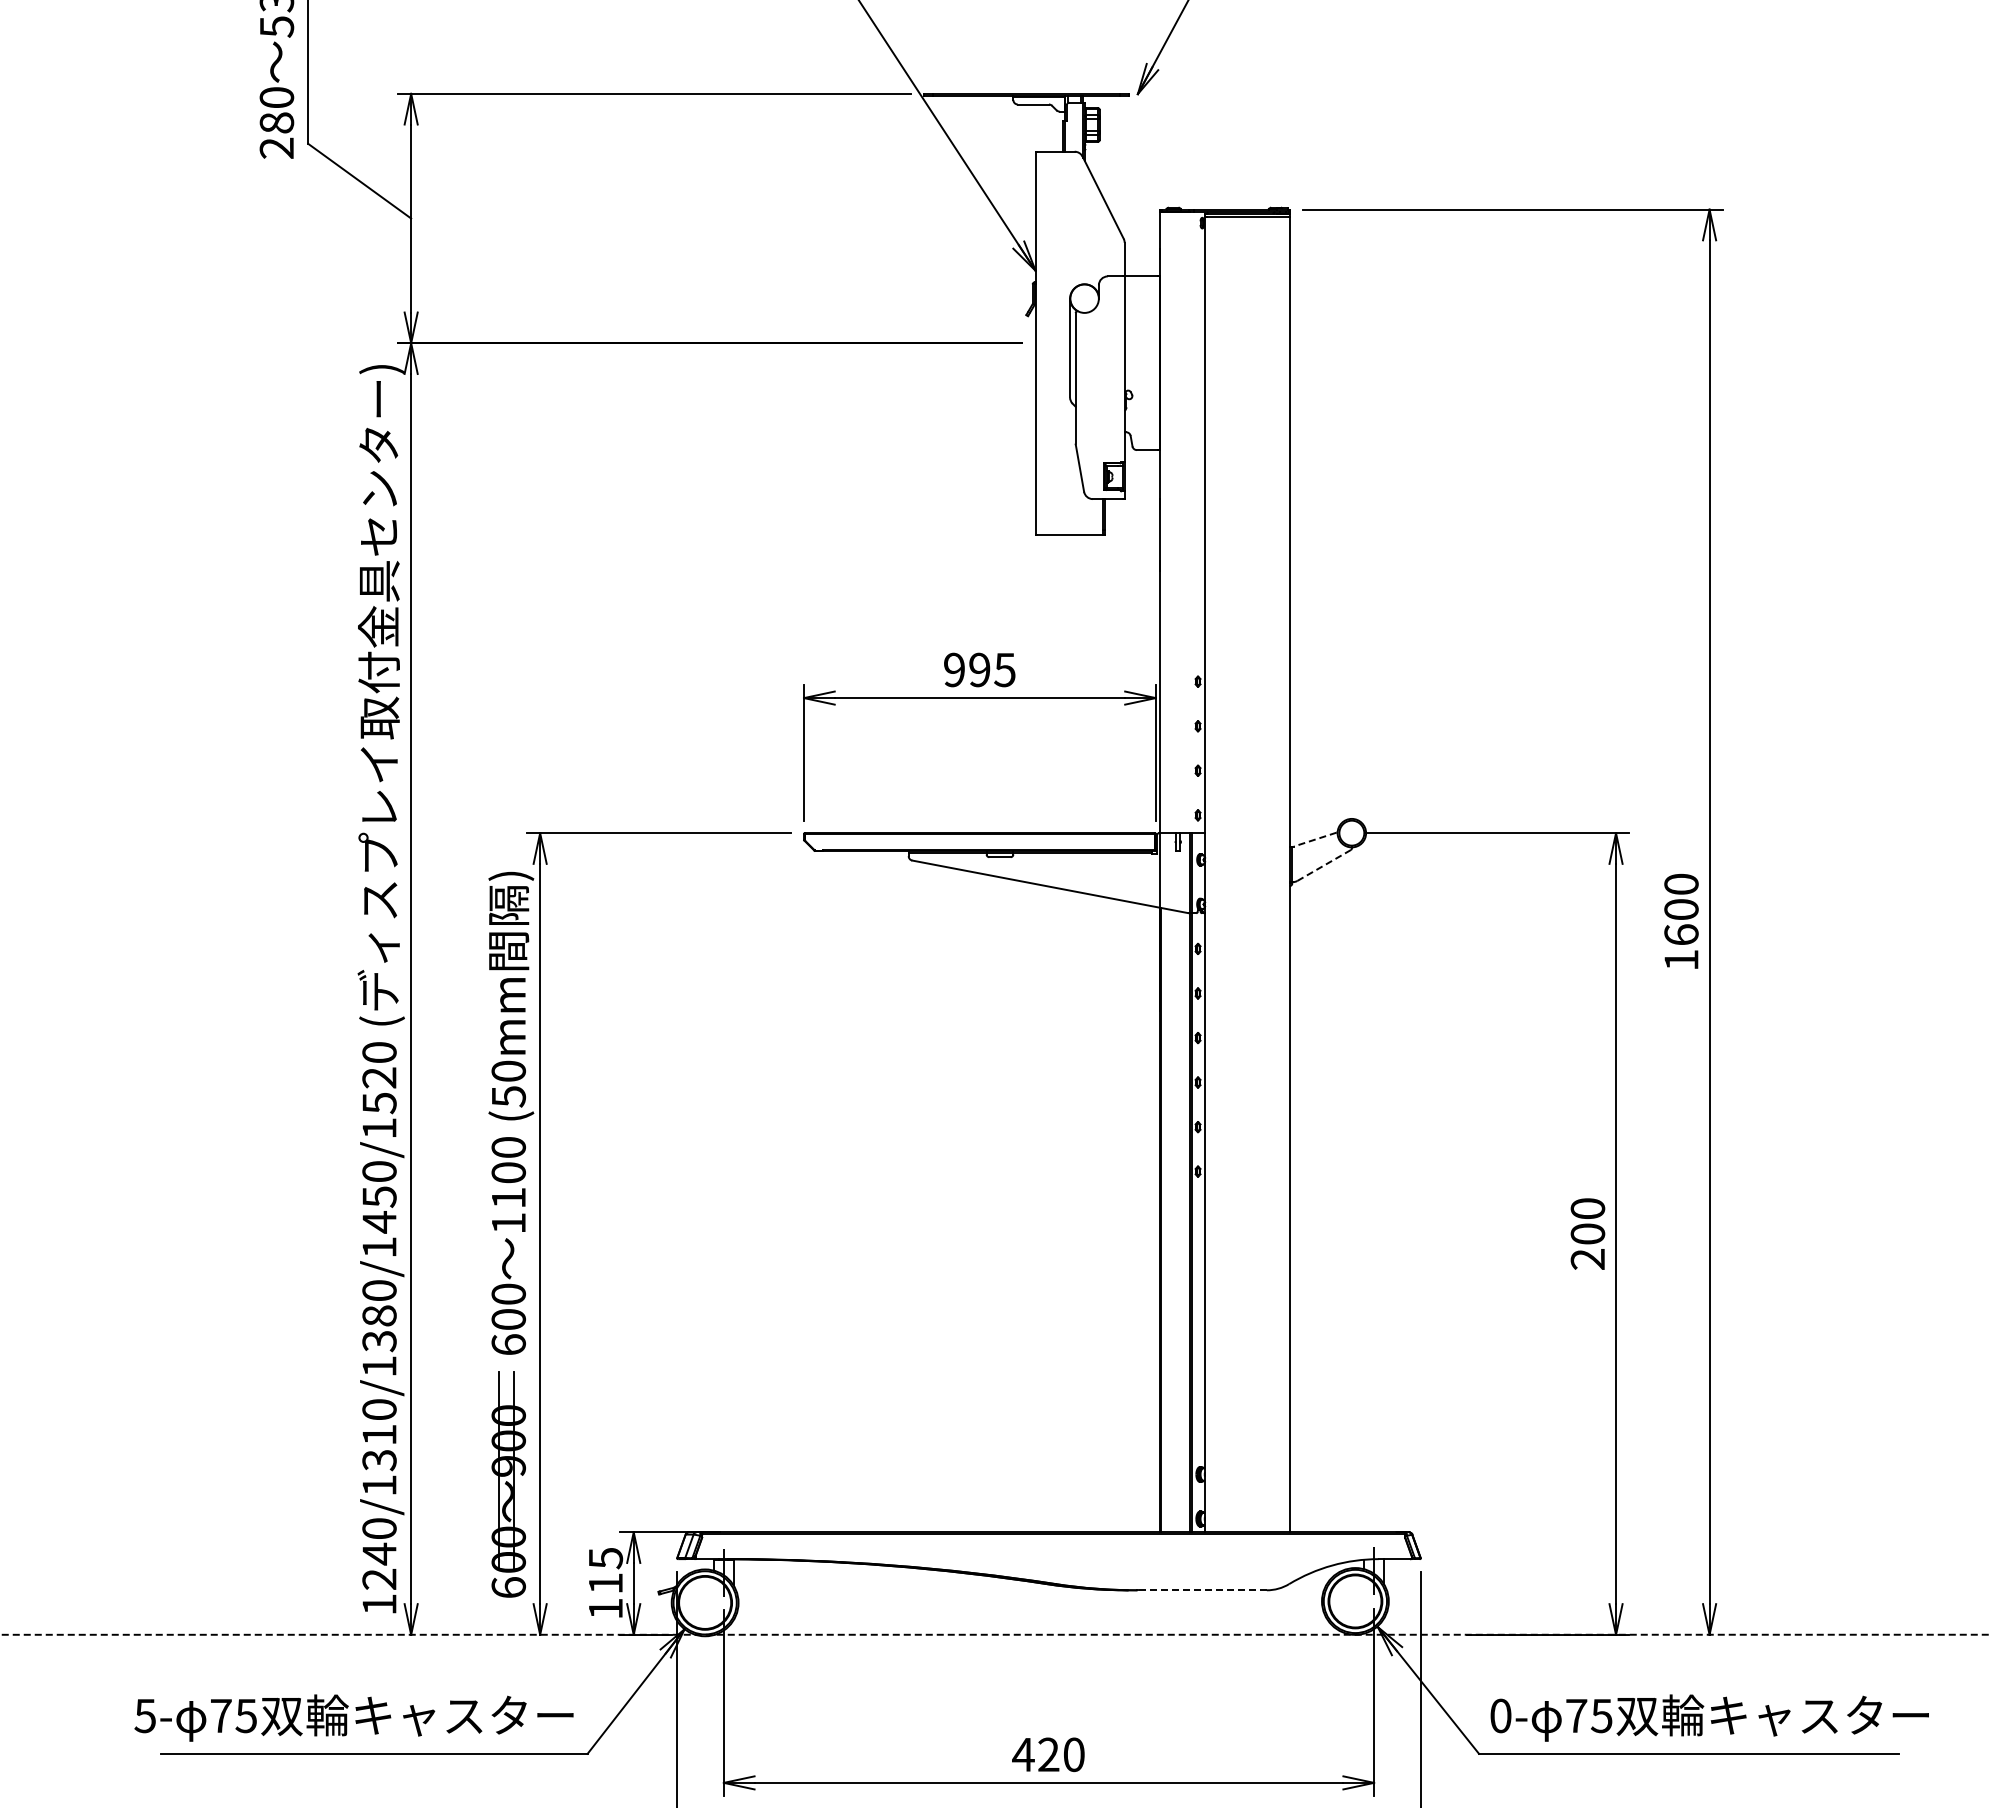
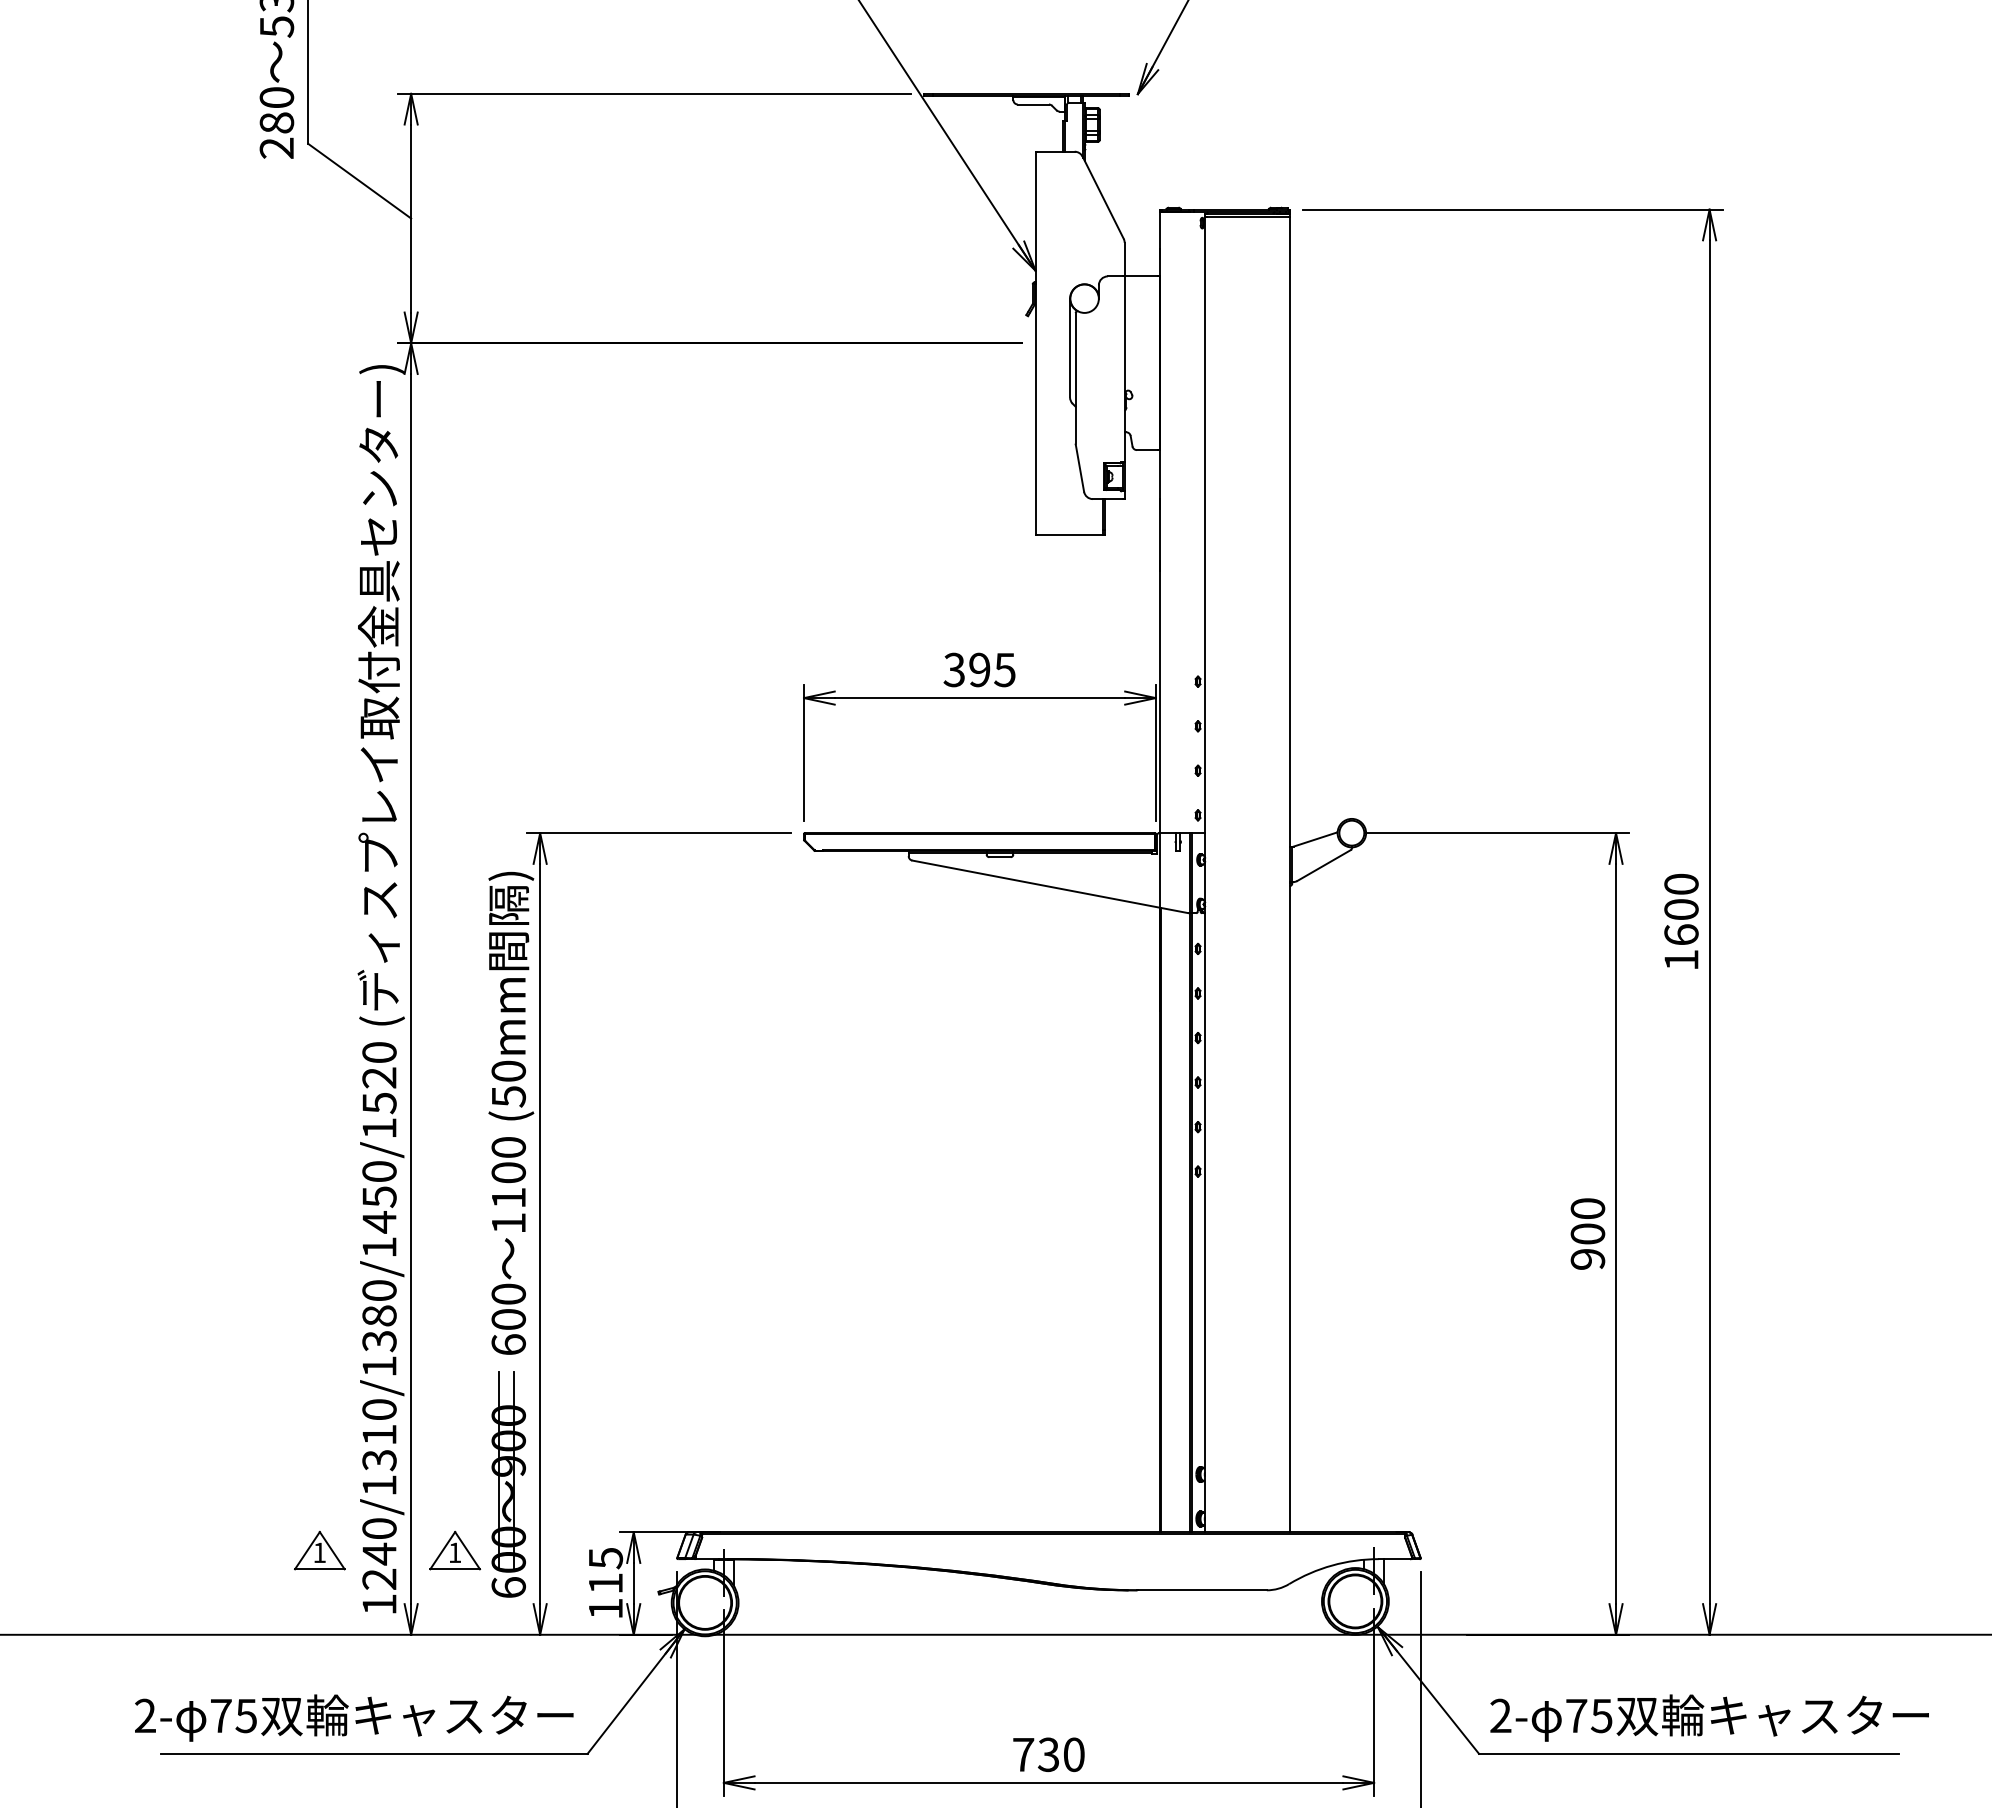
text at (953, 669): 995 -> 395
line at (1314, 839): dashed -> solid
line at (1324, 865): dashed -> solid
text at (1588, 1259): 200 -> 900
part at (319, 1550): none -> present
part at (455, 1550): none -> present
line at (1202, 1590): dashed -> solid
line at (996, 1634): dashed -> solid
text at (144, 1715): 5- -> 2-
text at (1500, 1715): 0- -> 2-
text at (1035, 1755): 420 -> 730
